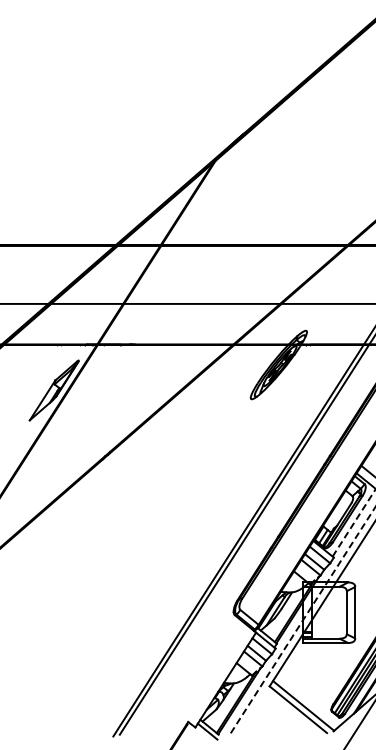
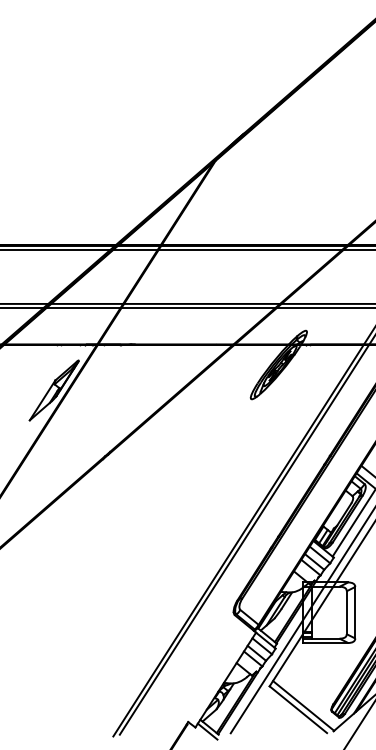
line at (187, 250): none -> present
line at (187, 307): none -> present
line at (354, 522): dashed -> solid
line at (303, 619): dashed -> solid
